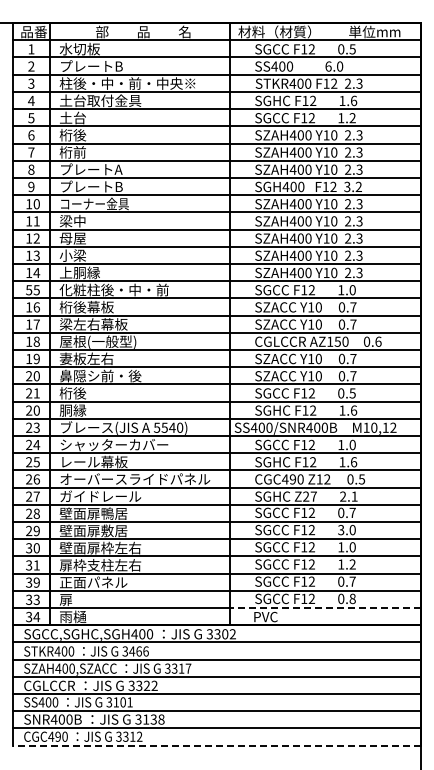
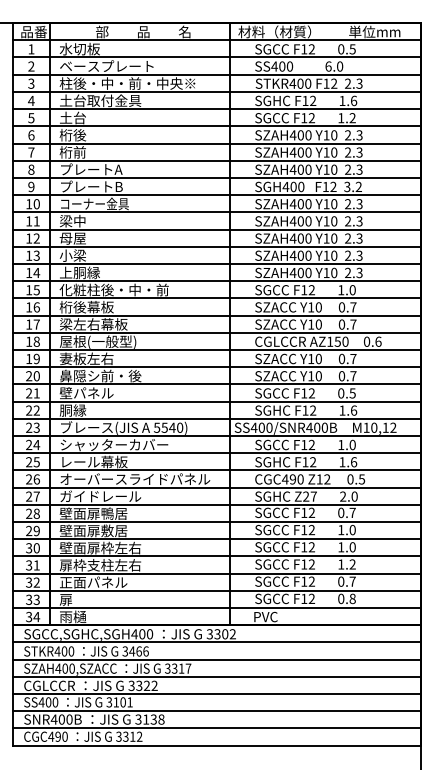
text at (106, 65): プレートB -> ベースプレート
text at (29, 290): 55 -> 15
text at (86, 393): 桁後 -> 壁パネル
text at (36, 410): 20 -> 22
text at (354, 496): 2.1 -> 2.0
text at (341, 530): 3.0 -> 1.0
text at (36, 582): 39 -> 32
line at (325, 608): dashed -> solid
line at (216, 745): dashed -> solid
